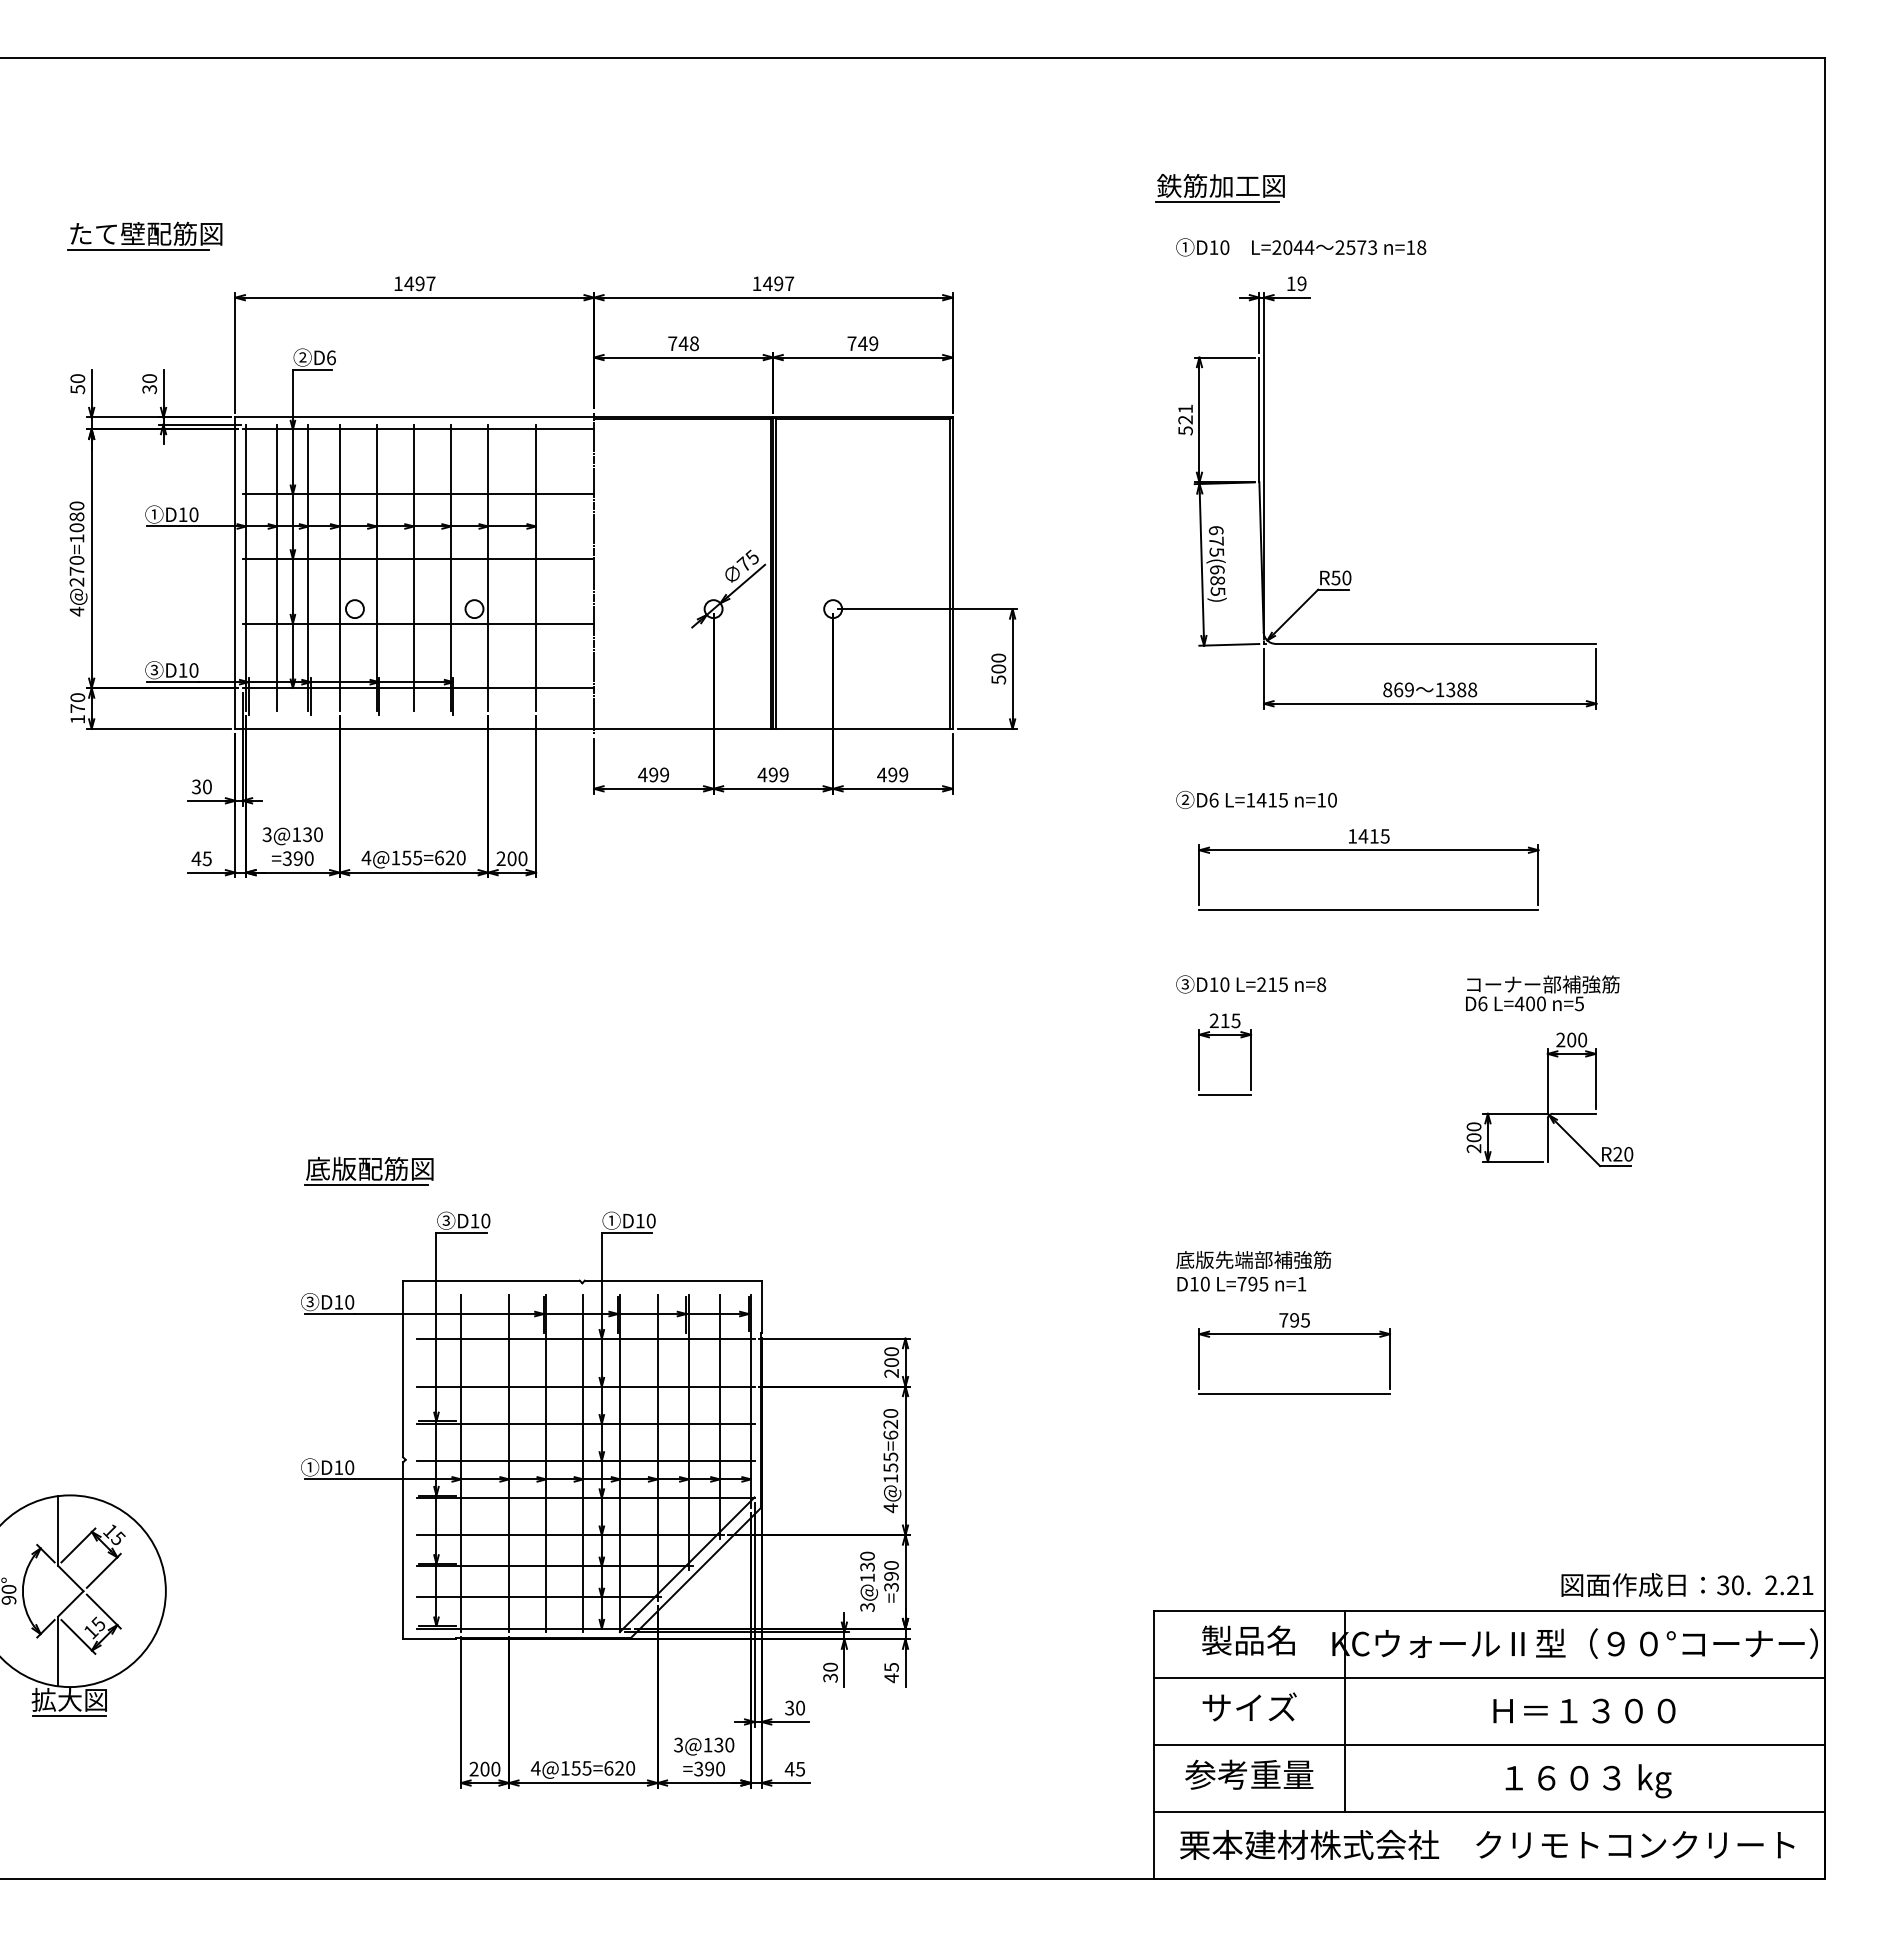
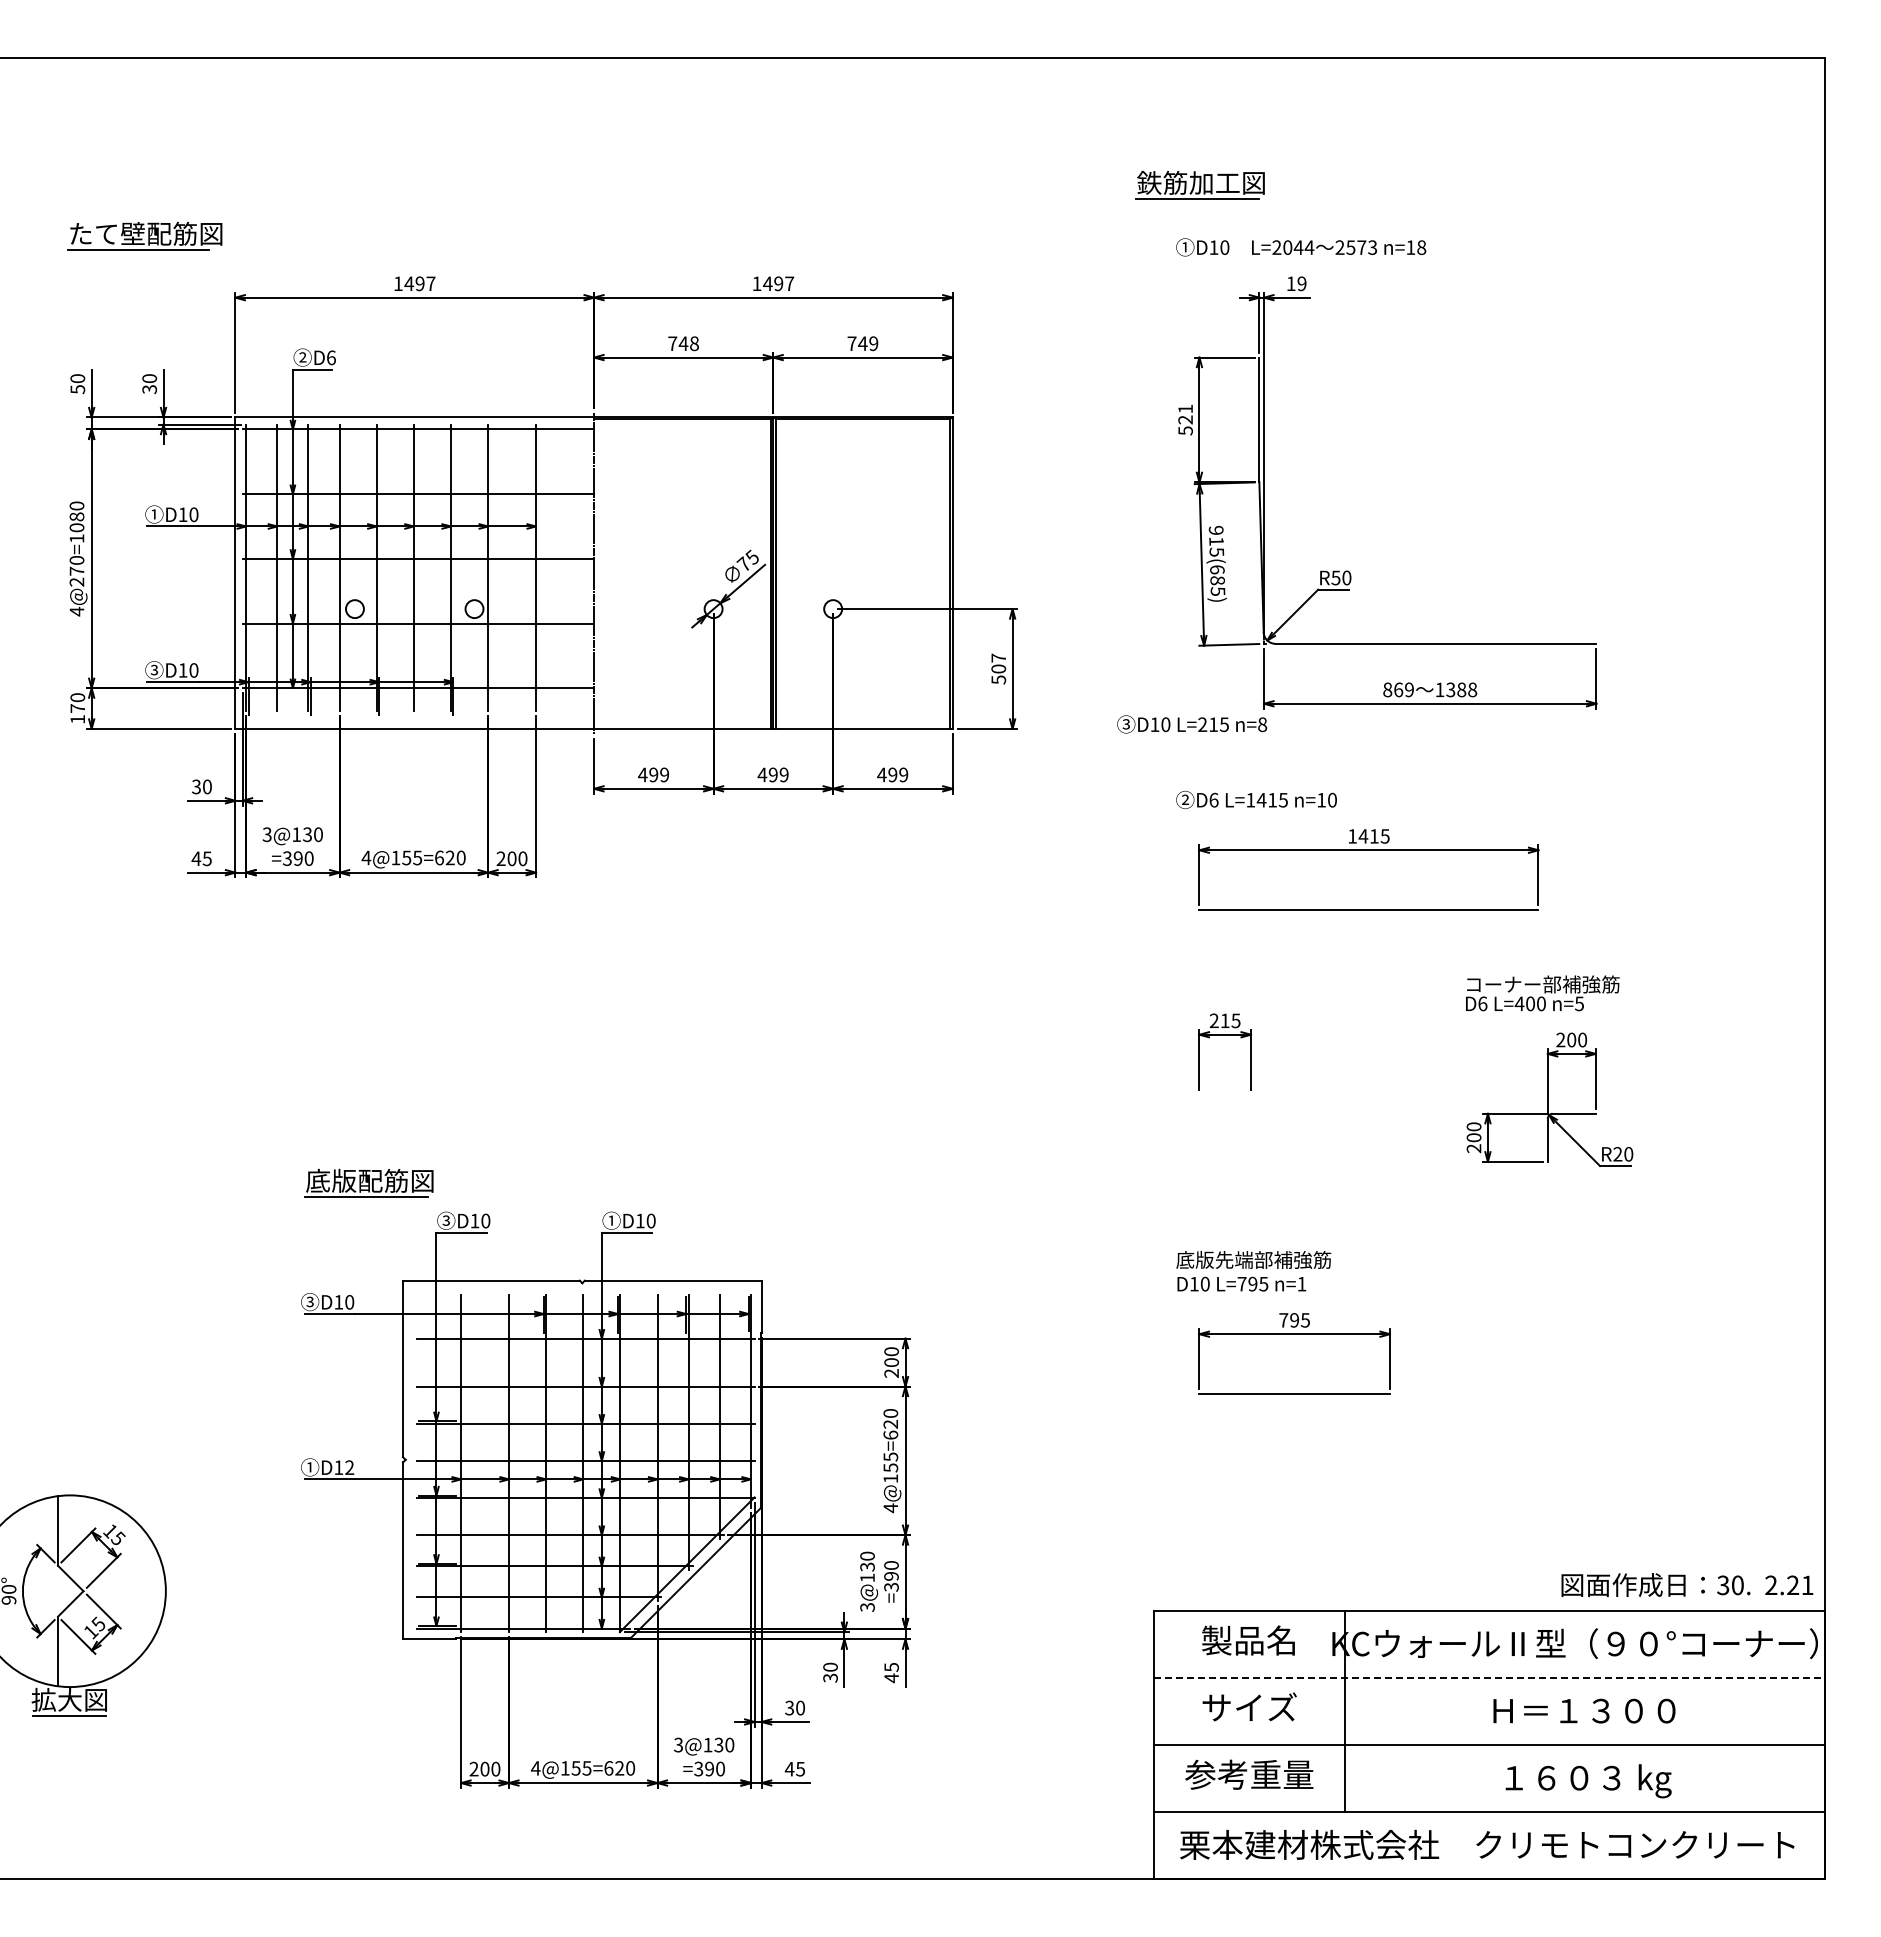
part at (1219, 188) position: (1219, 188) -> (1199, 185)
text at (1215, 535): 675(685) -> 915(685)
text at (998, 657): 500 -> 507
text at (1251, 984) position: (1251, 984) -> (1192, 724)
line at (1225, 1094): present -> none
part at (368, 1170) position: (368, 1170) -> (368, 1182)
text at (349, 1467): D10 -> D12
line at (1489, 1677): solid -> dashed
